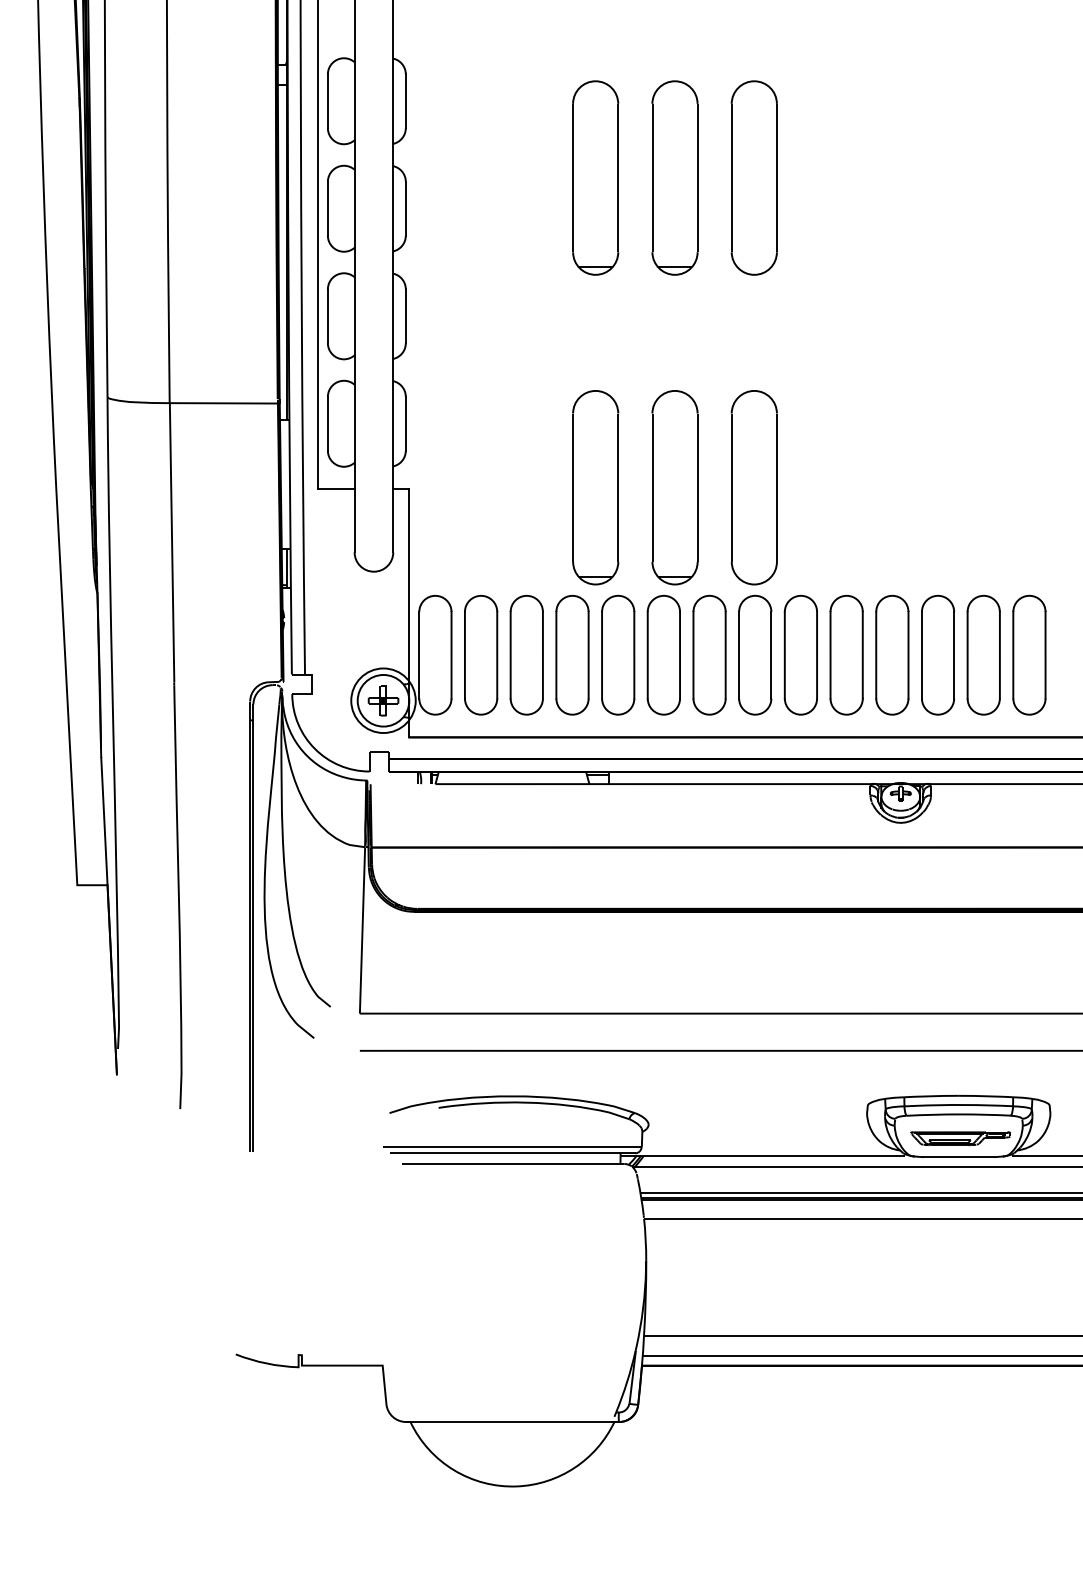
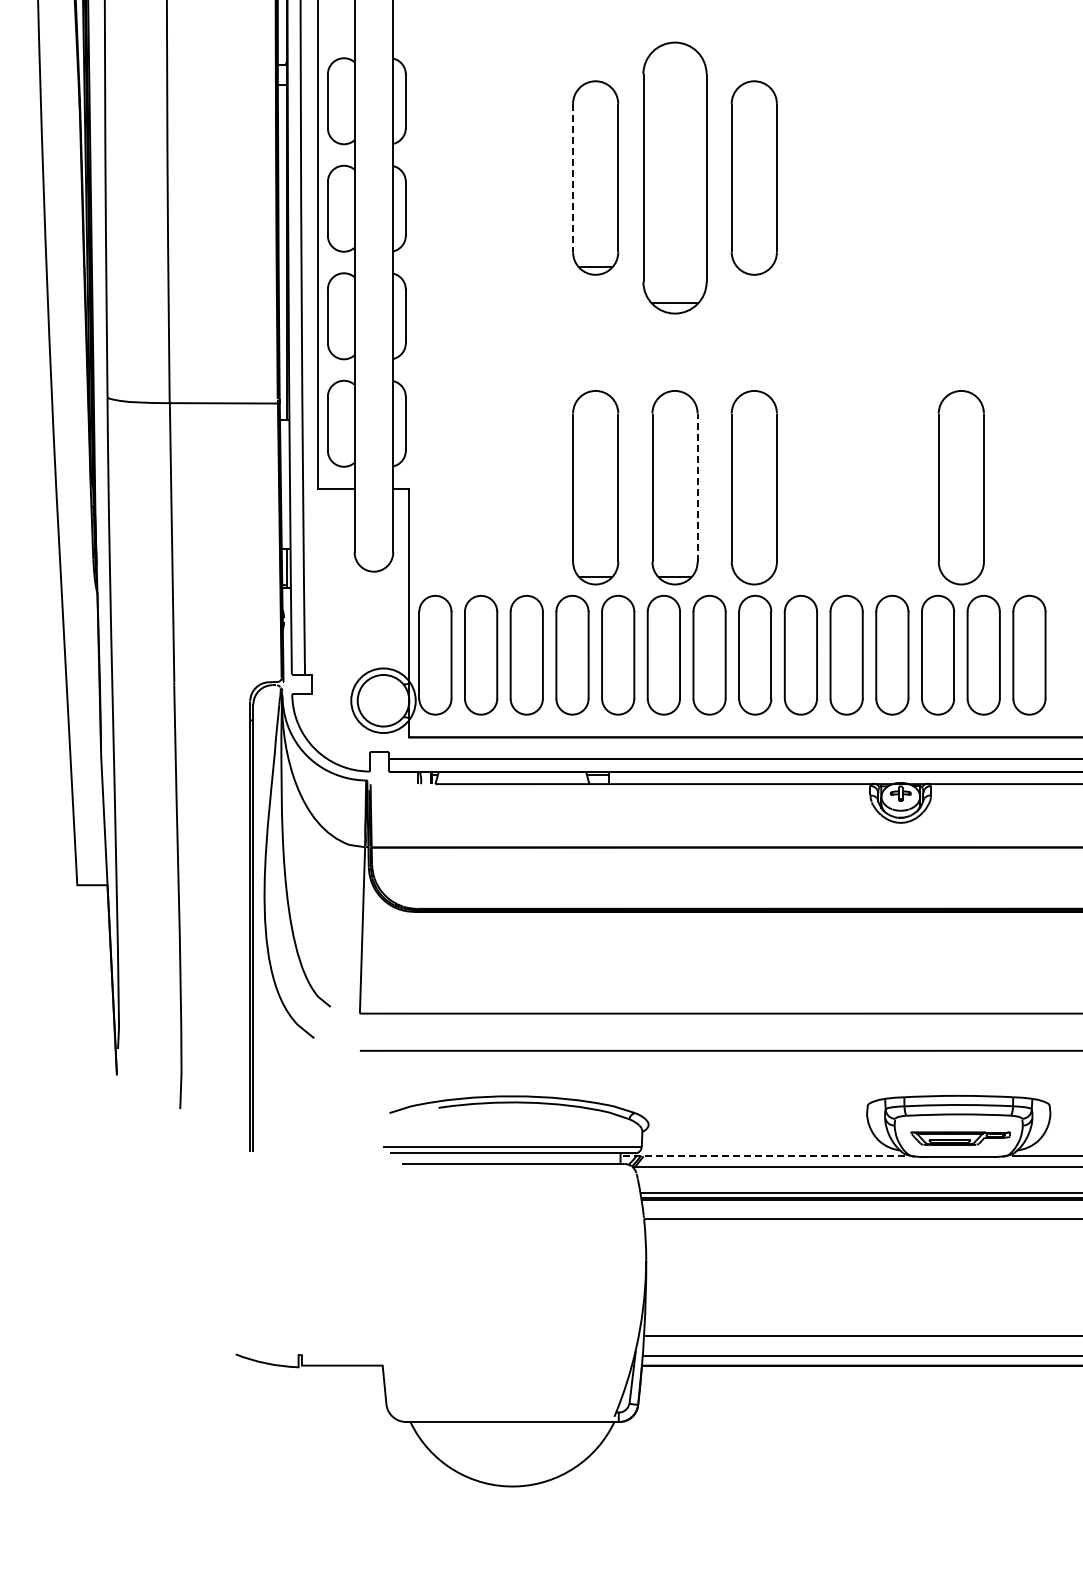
part at (674, 177) size: 48x196 px -> 66x274 px
line at (573, 178): solid -> dashed
line at (697, 487): solid -> dashed
part at (960, 487): none -> present
part at (383, 700): present -> none
line at (762, 1155): solid -> dashed
